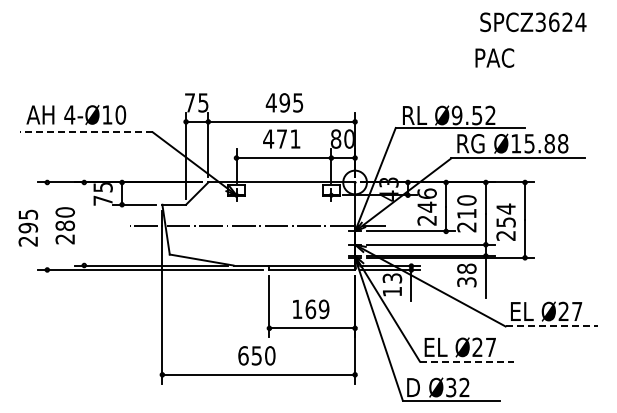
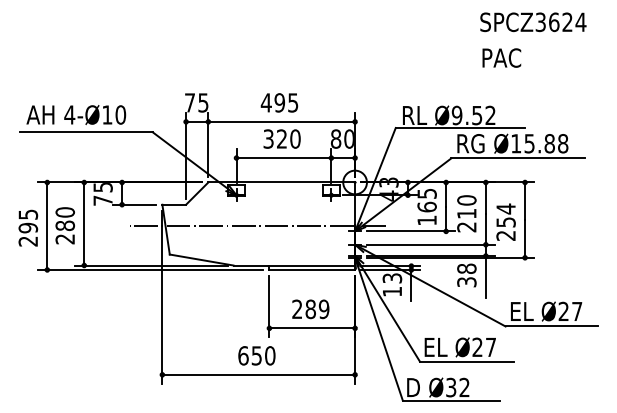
text at (494, 57) position: (494, 57) -> (501, 57)
text at (284, 102) position: (284, 102) -> (279, 102)
line at (86, 132): dashed -> solid
text at (281, 138): 471 -> 320
text at (426, 206): 246 -> 165
line at (84, 223): none -> present
line at (47, 226): none -> present
text at (304, 308): 169 -> 289
line at (552, 326): dashed -> solid
line at (467, 361): dashed -> solid
